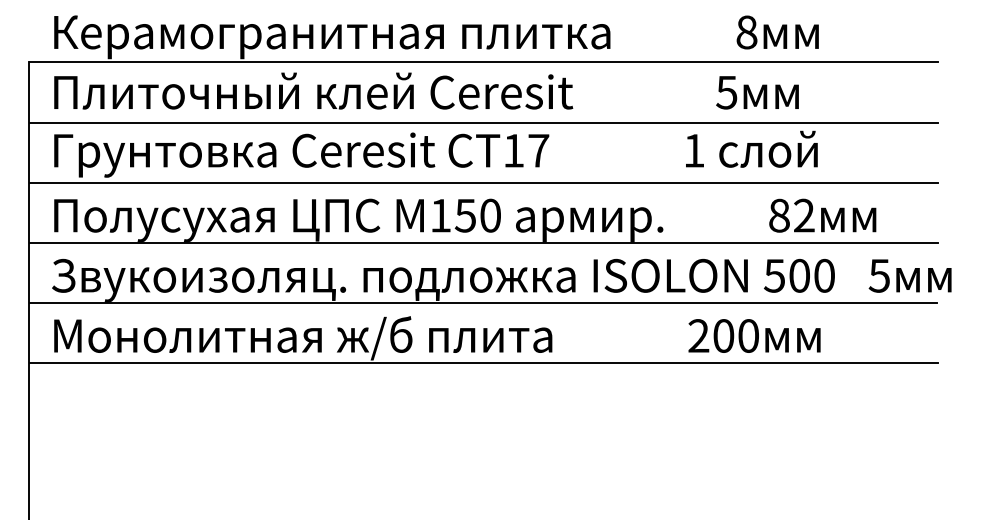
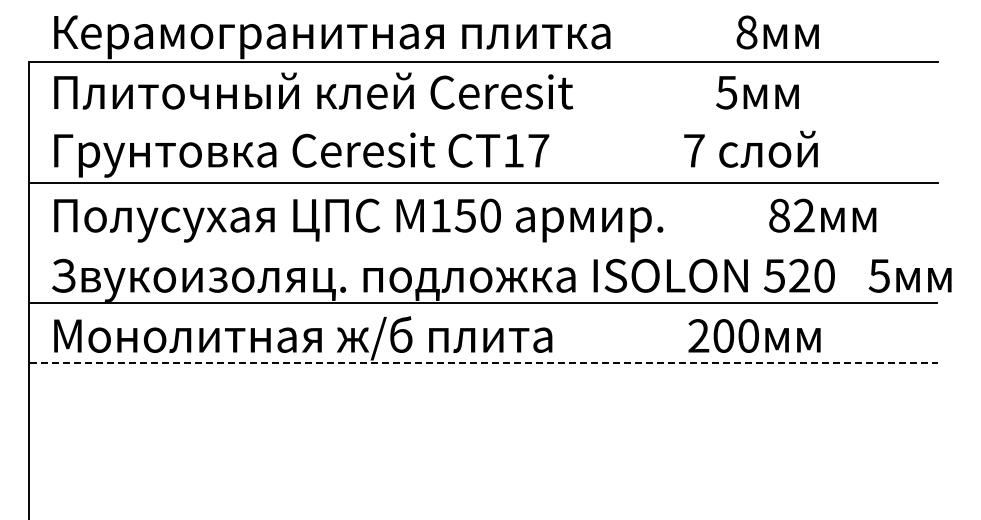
line at (483, 122): present -> none
text at (694, 150): 1 -> 7
line at (483, 242): present -> none
text at (799, 275): 500 -> 520
line at (484, 363): solid -> dashed
